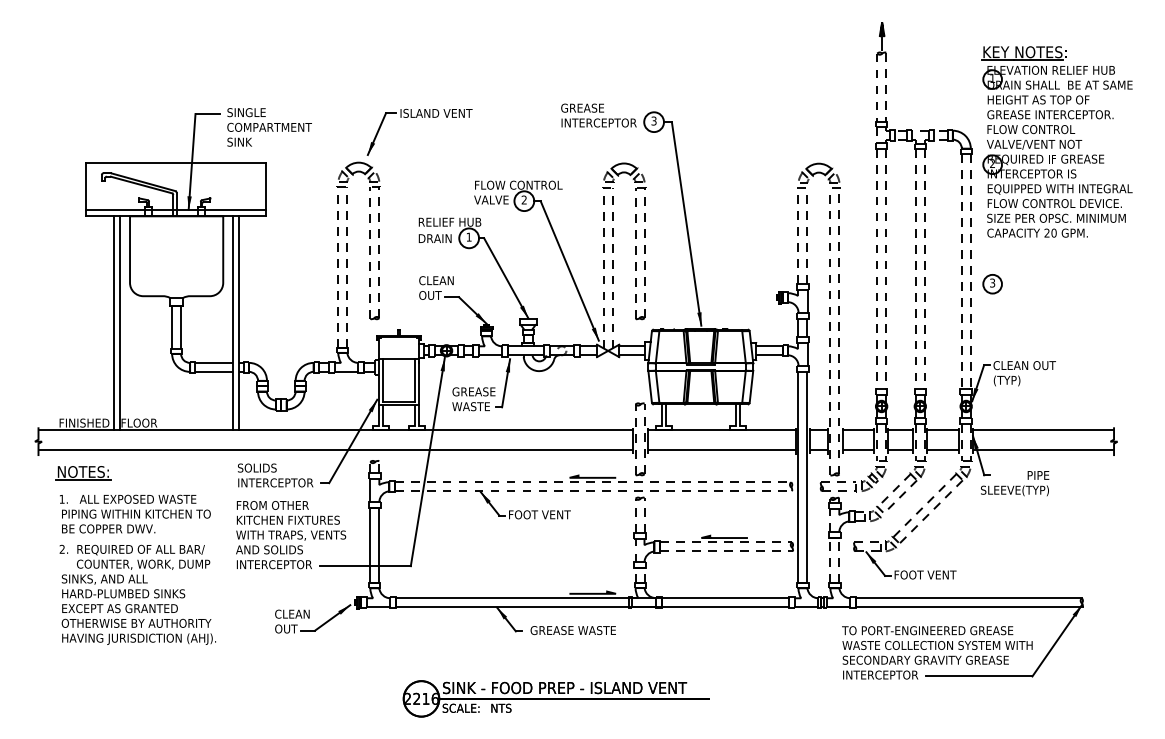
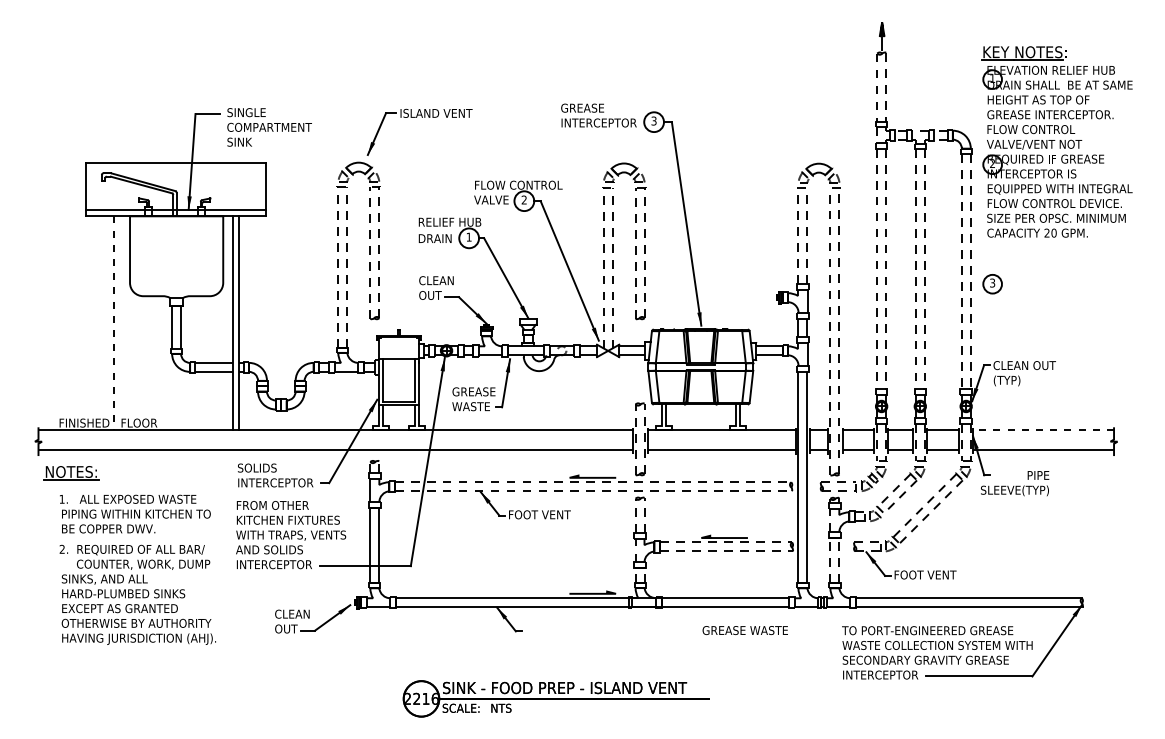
line at (113, 323): solid -> dashed
line at (120, 323): present -> none
line at (1043, 430): solid -> dashed
part at (83, 473) position: (83, 473) -> (71, 473)
text at (572, 630) position: (572, 630) -> (744, 630)
